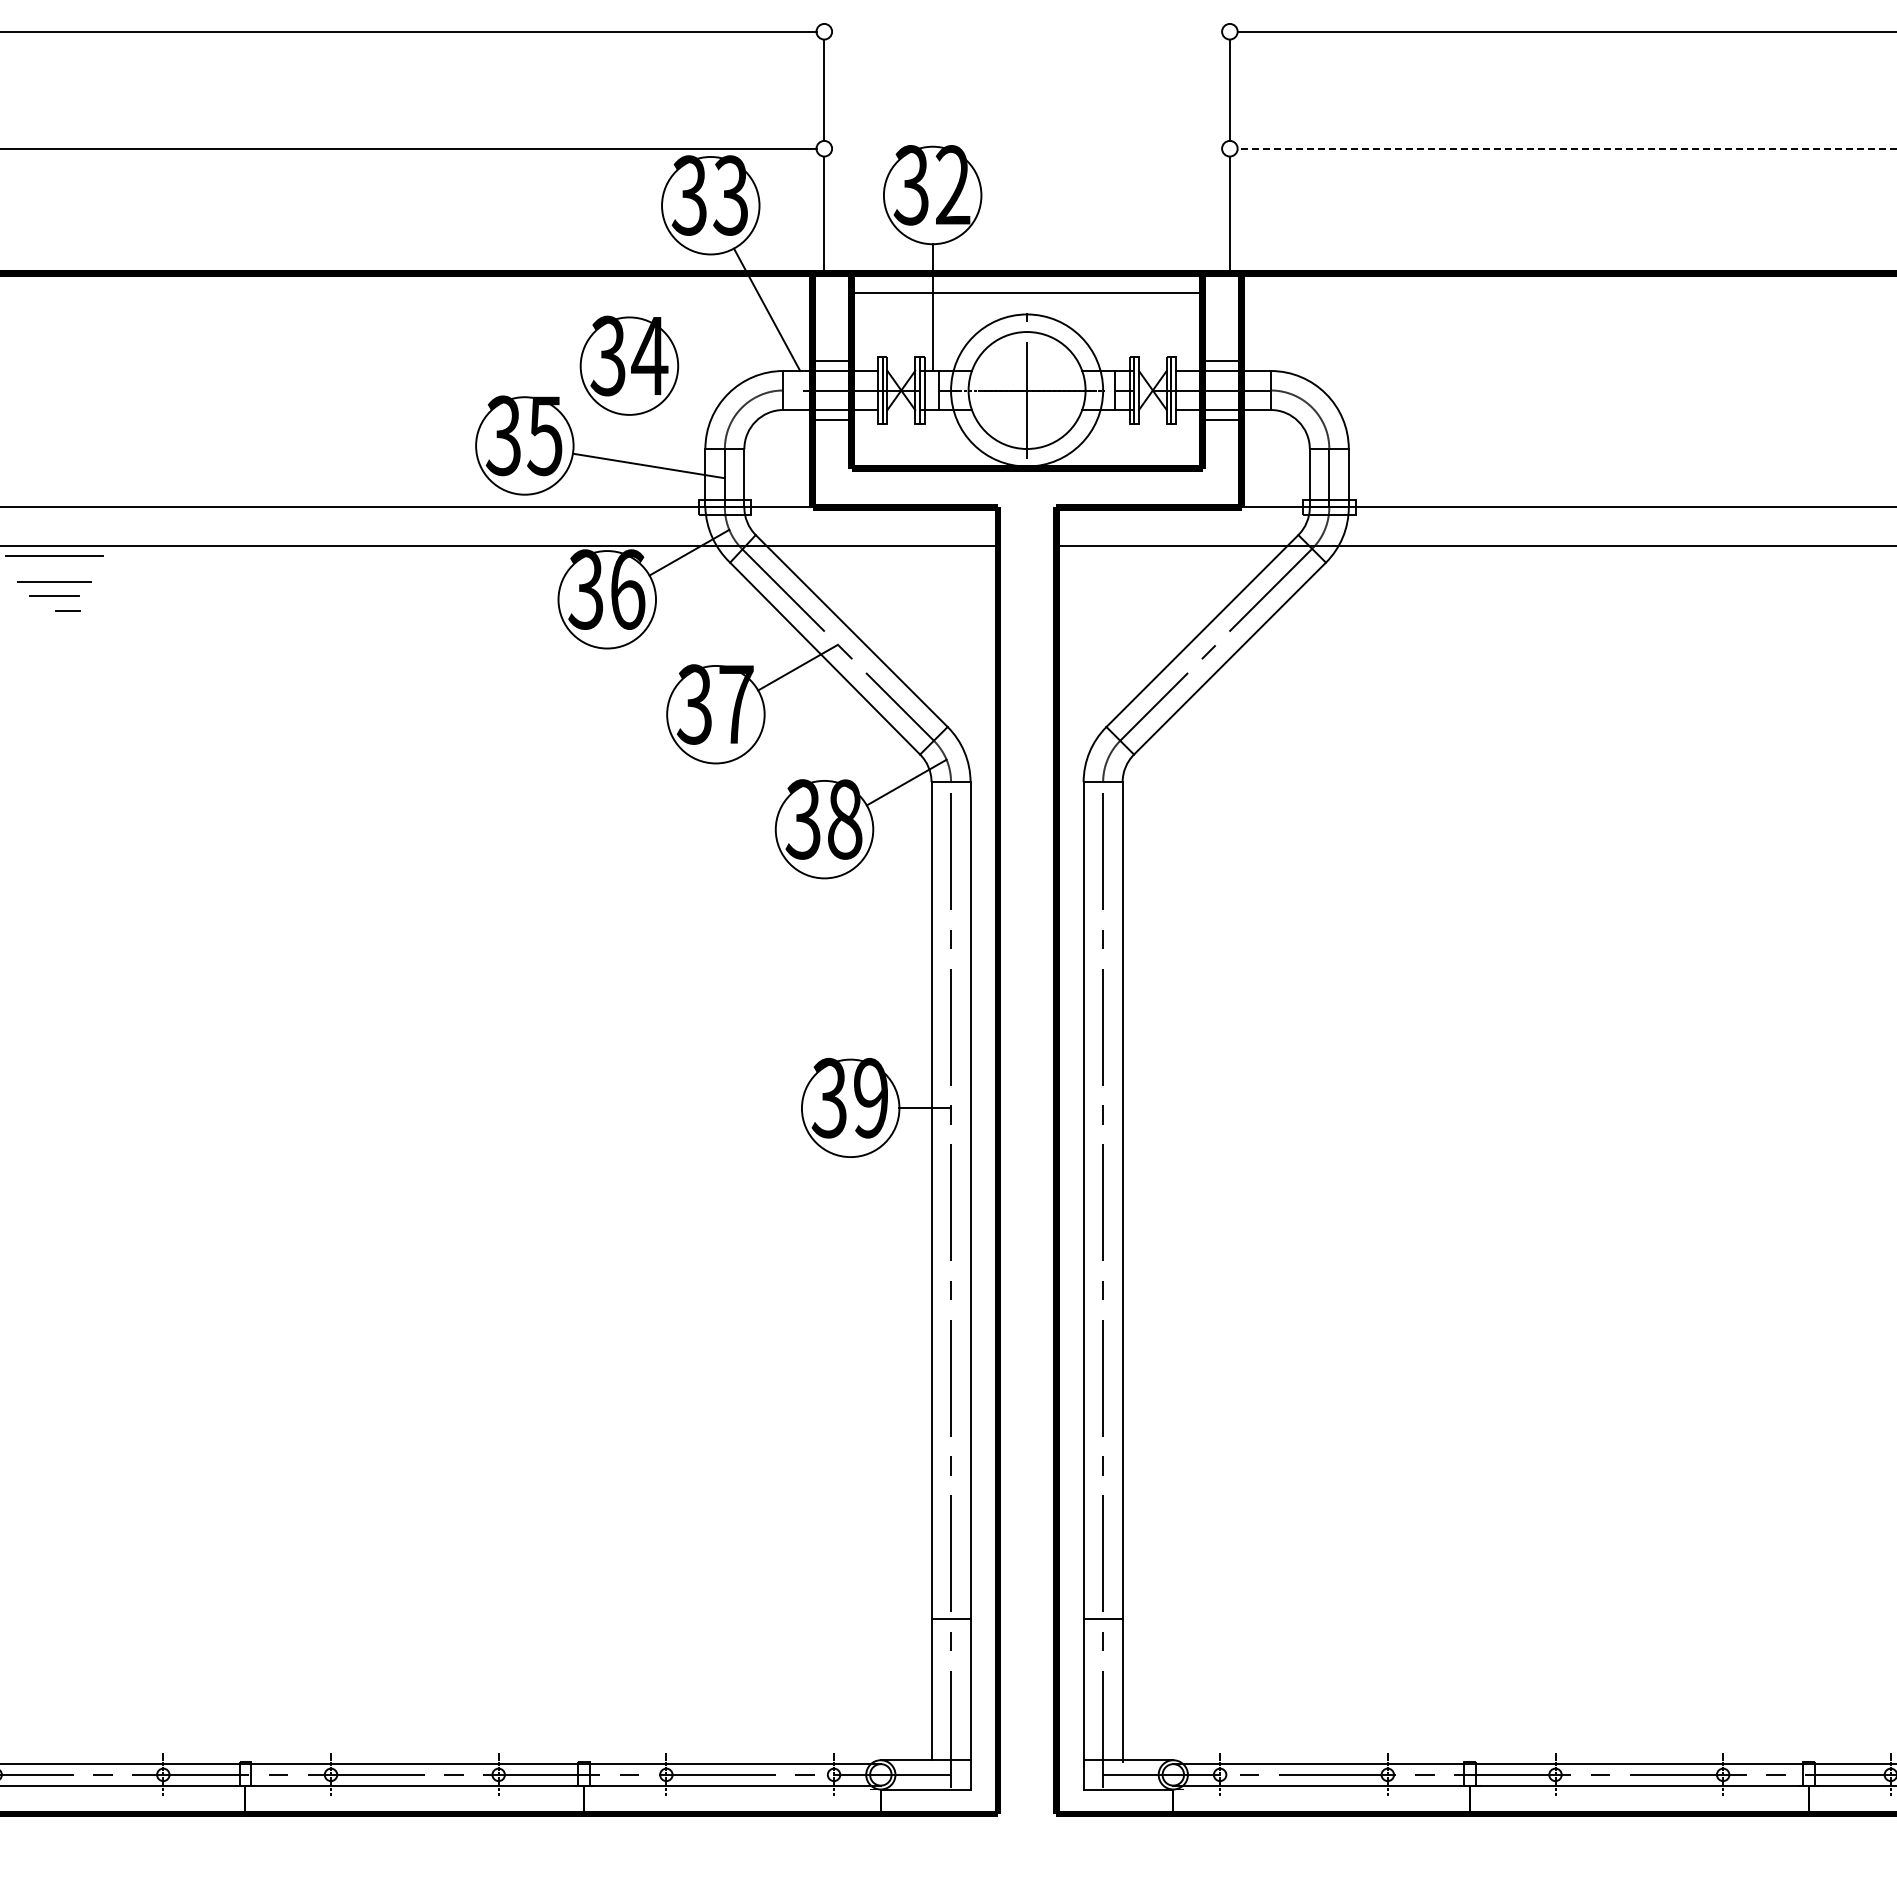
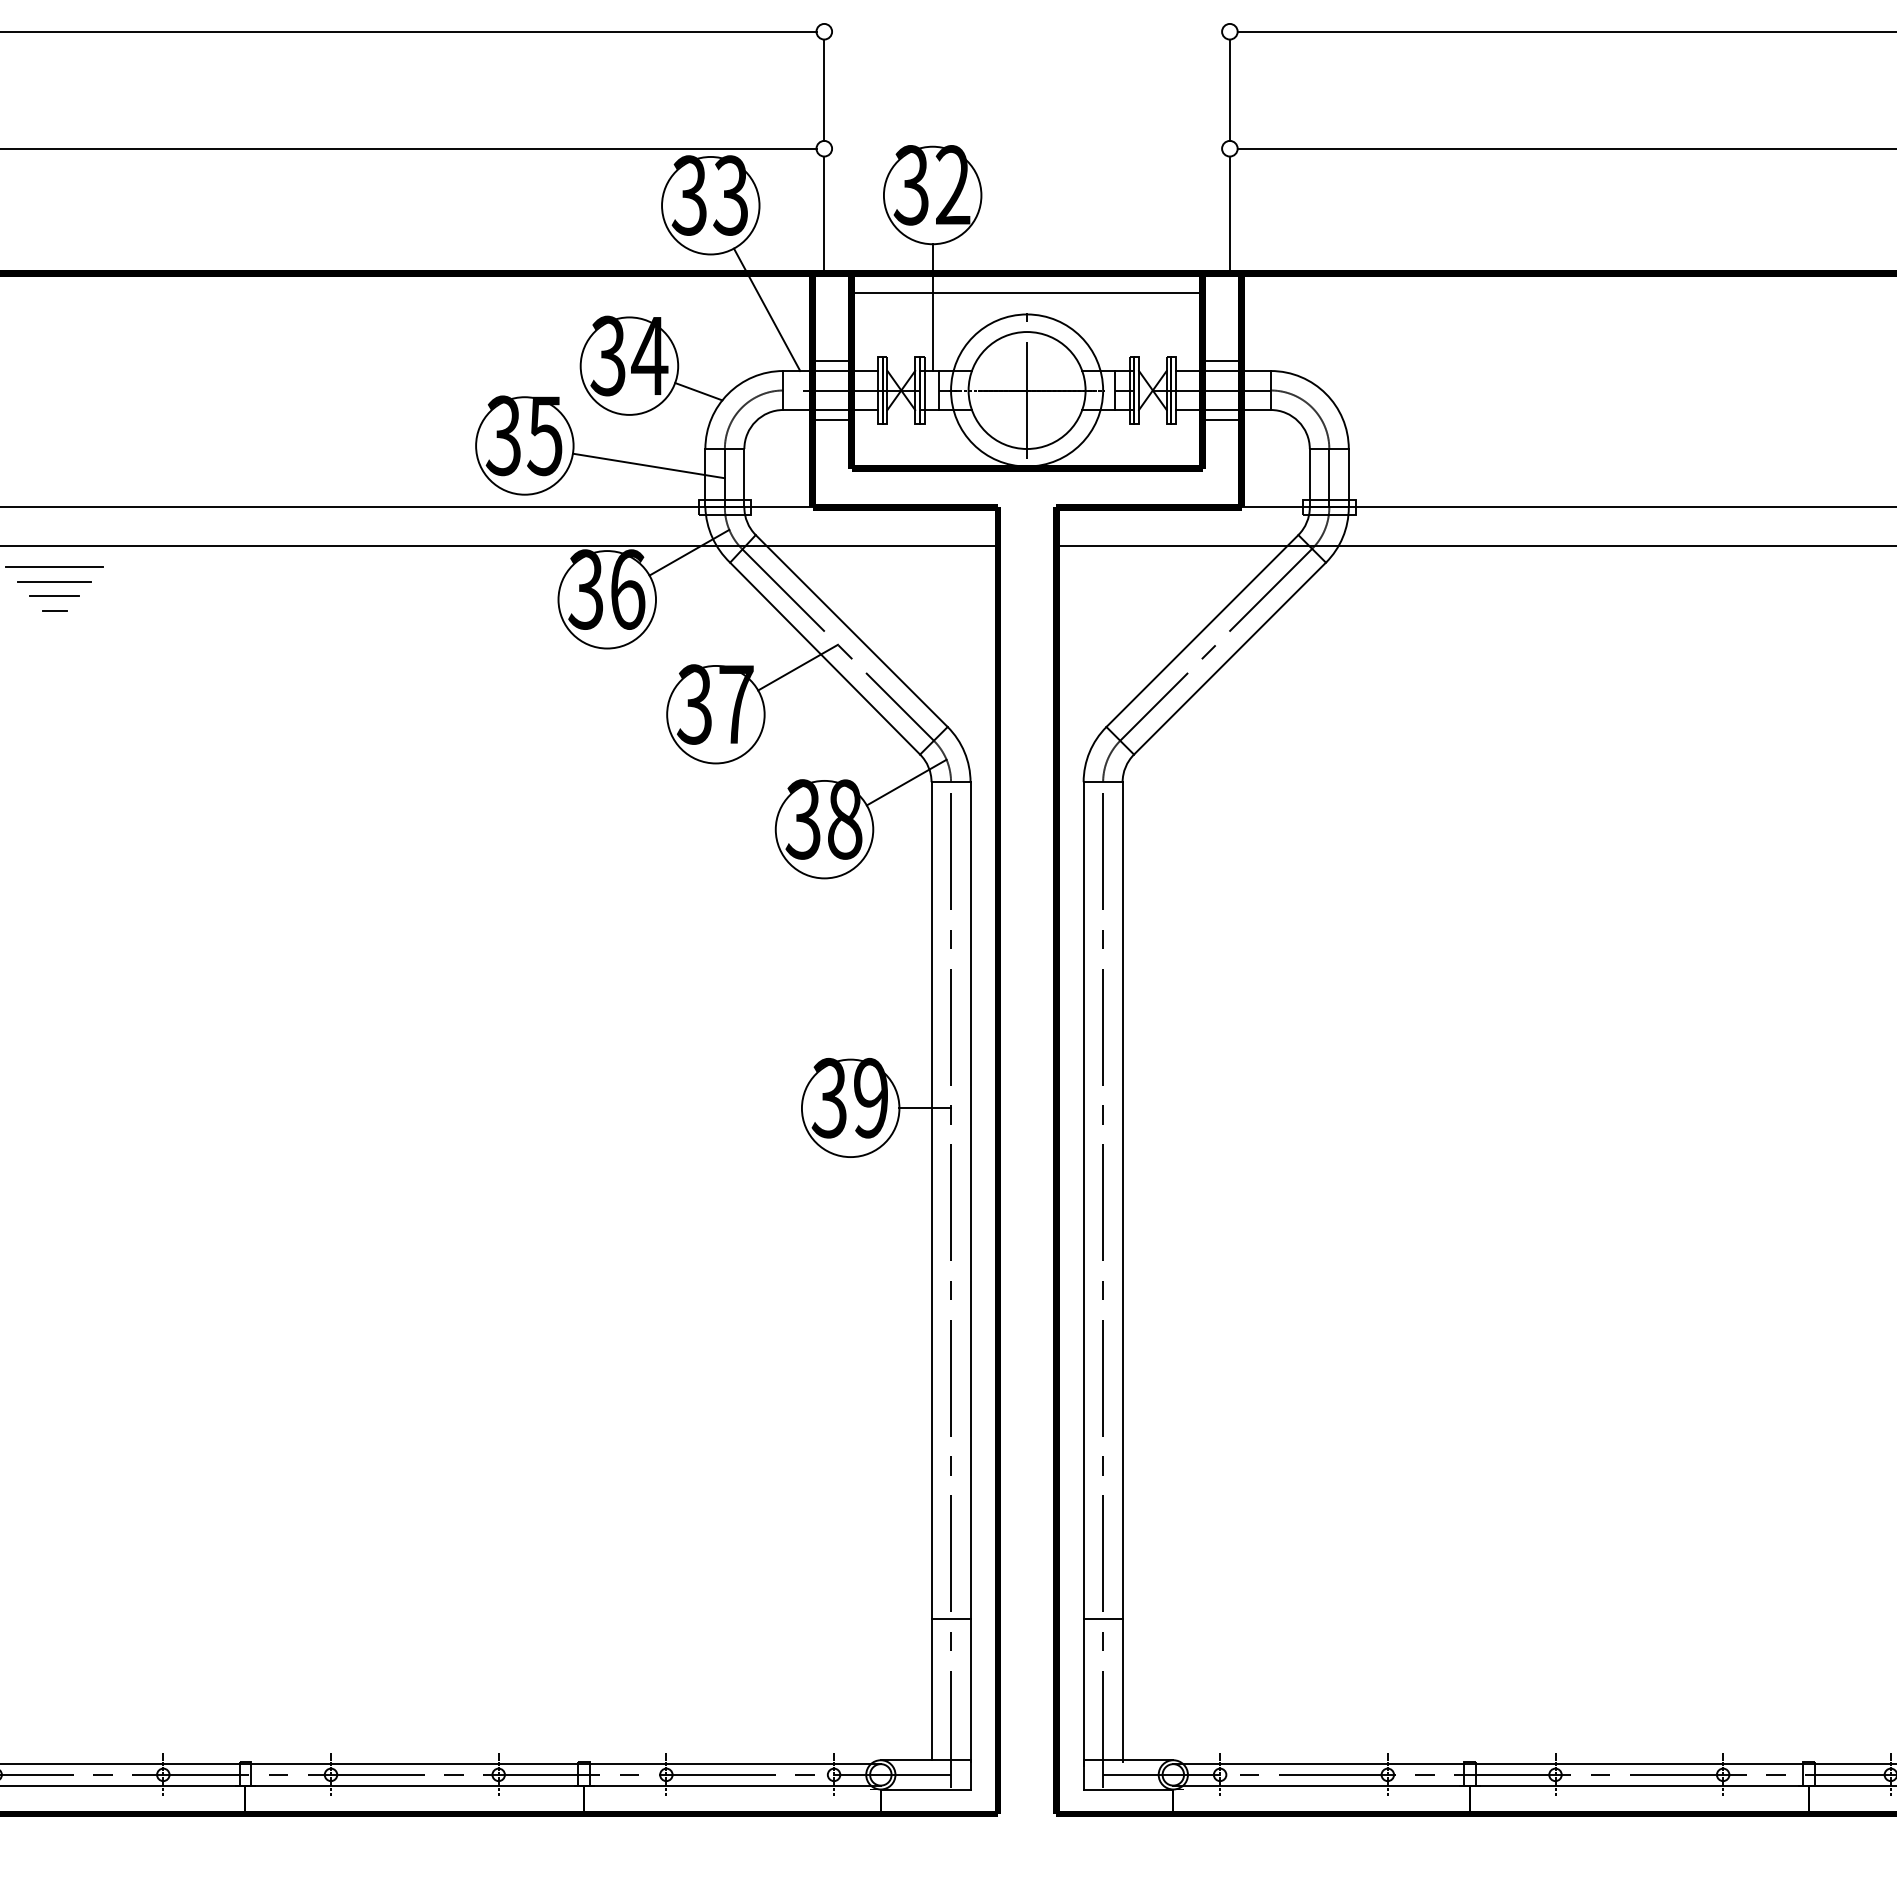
line at (1566, 148): dashed -> solid
line at (698, 391): none -> present
line at (54, 555) position: (54, 555) -> (54, 566)
line at (67, 610) position: (67, 610) -> (54, 610)
